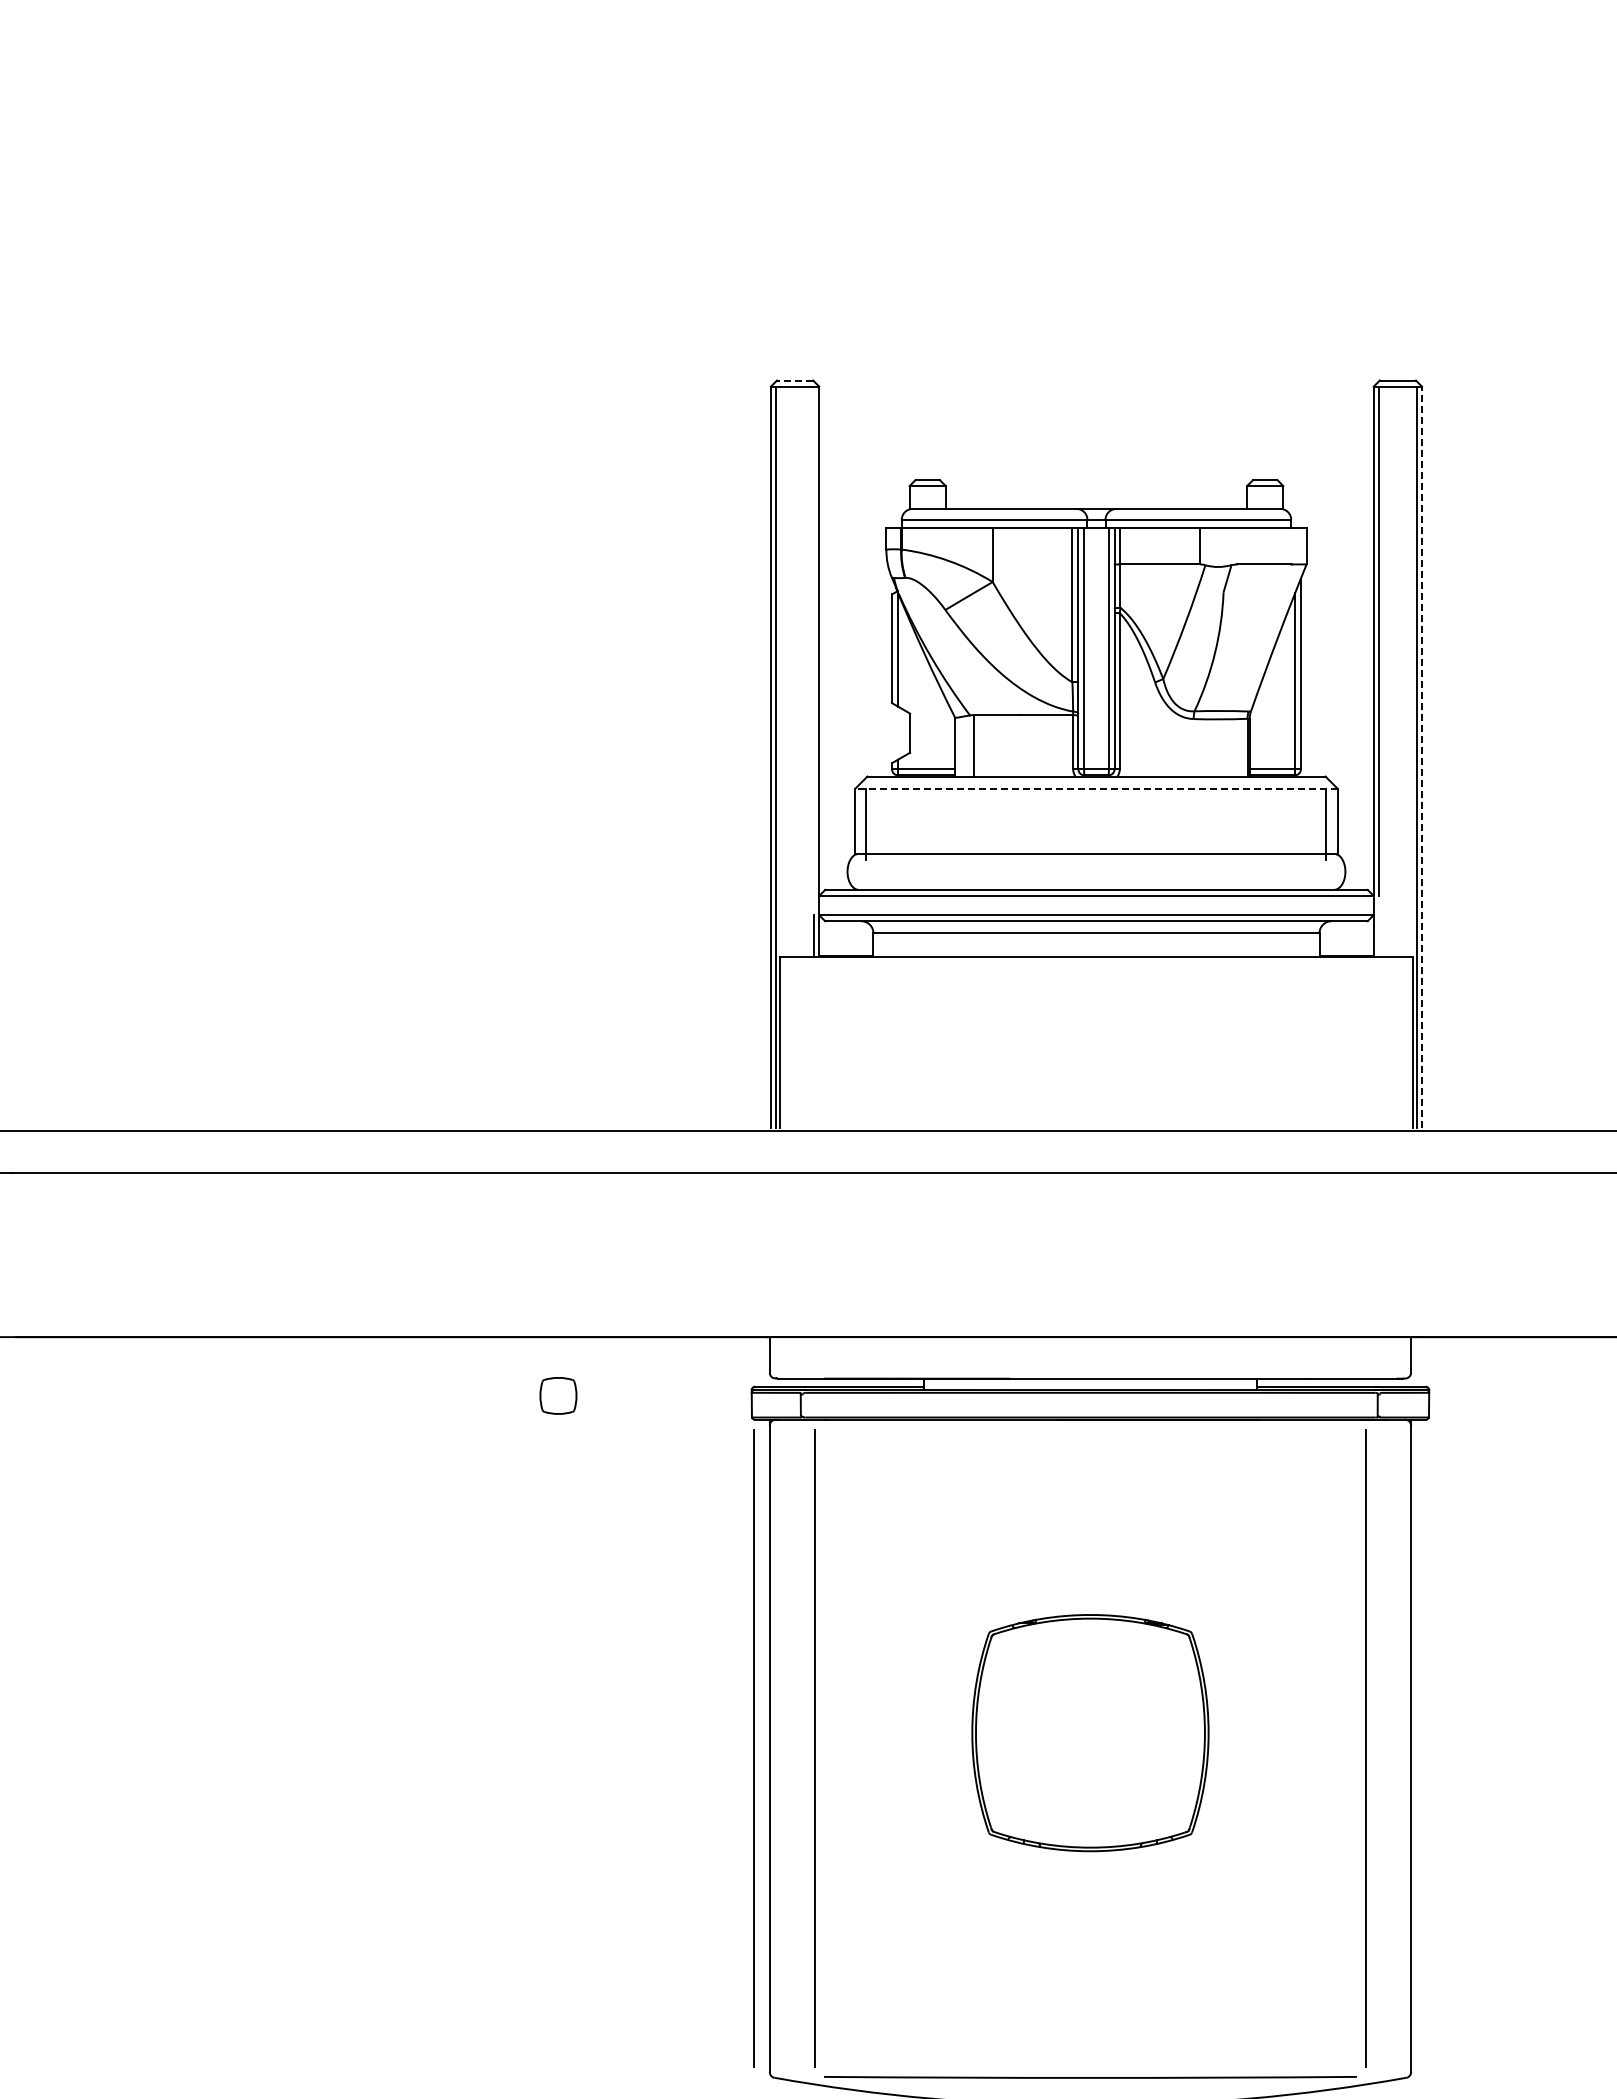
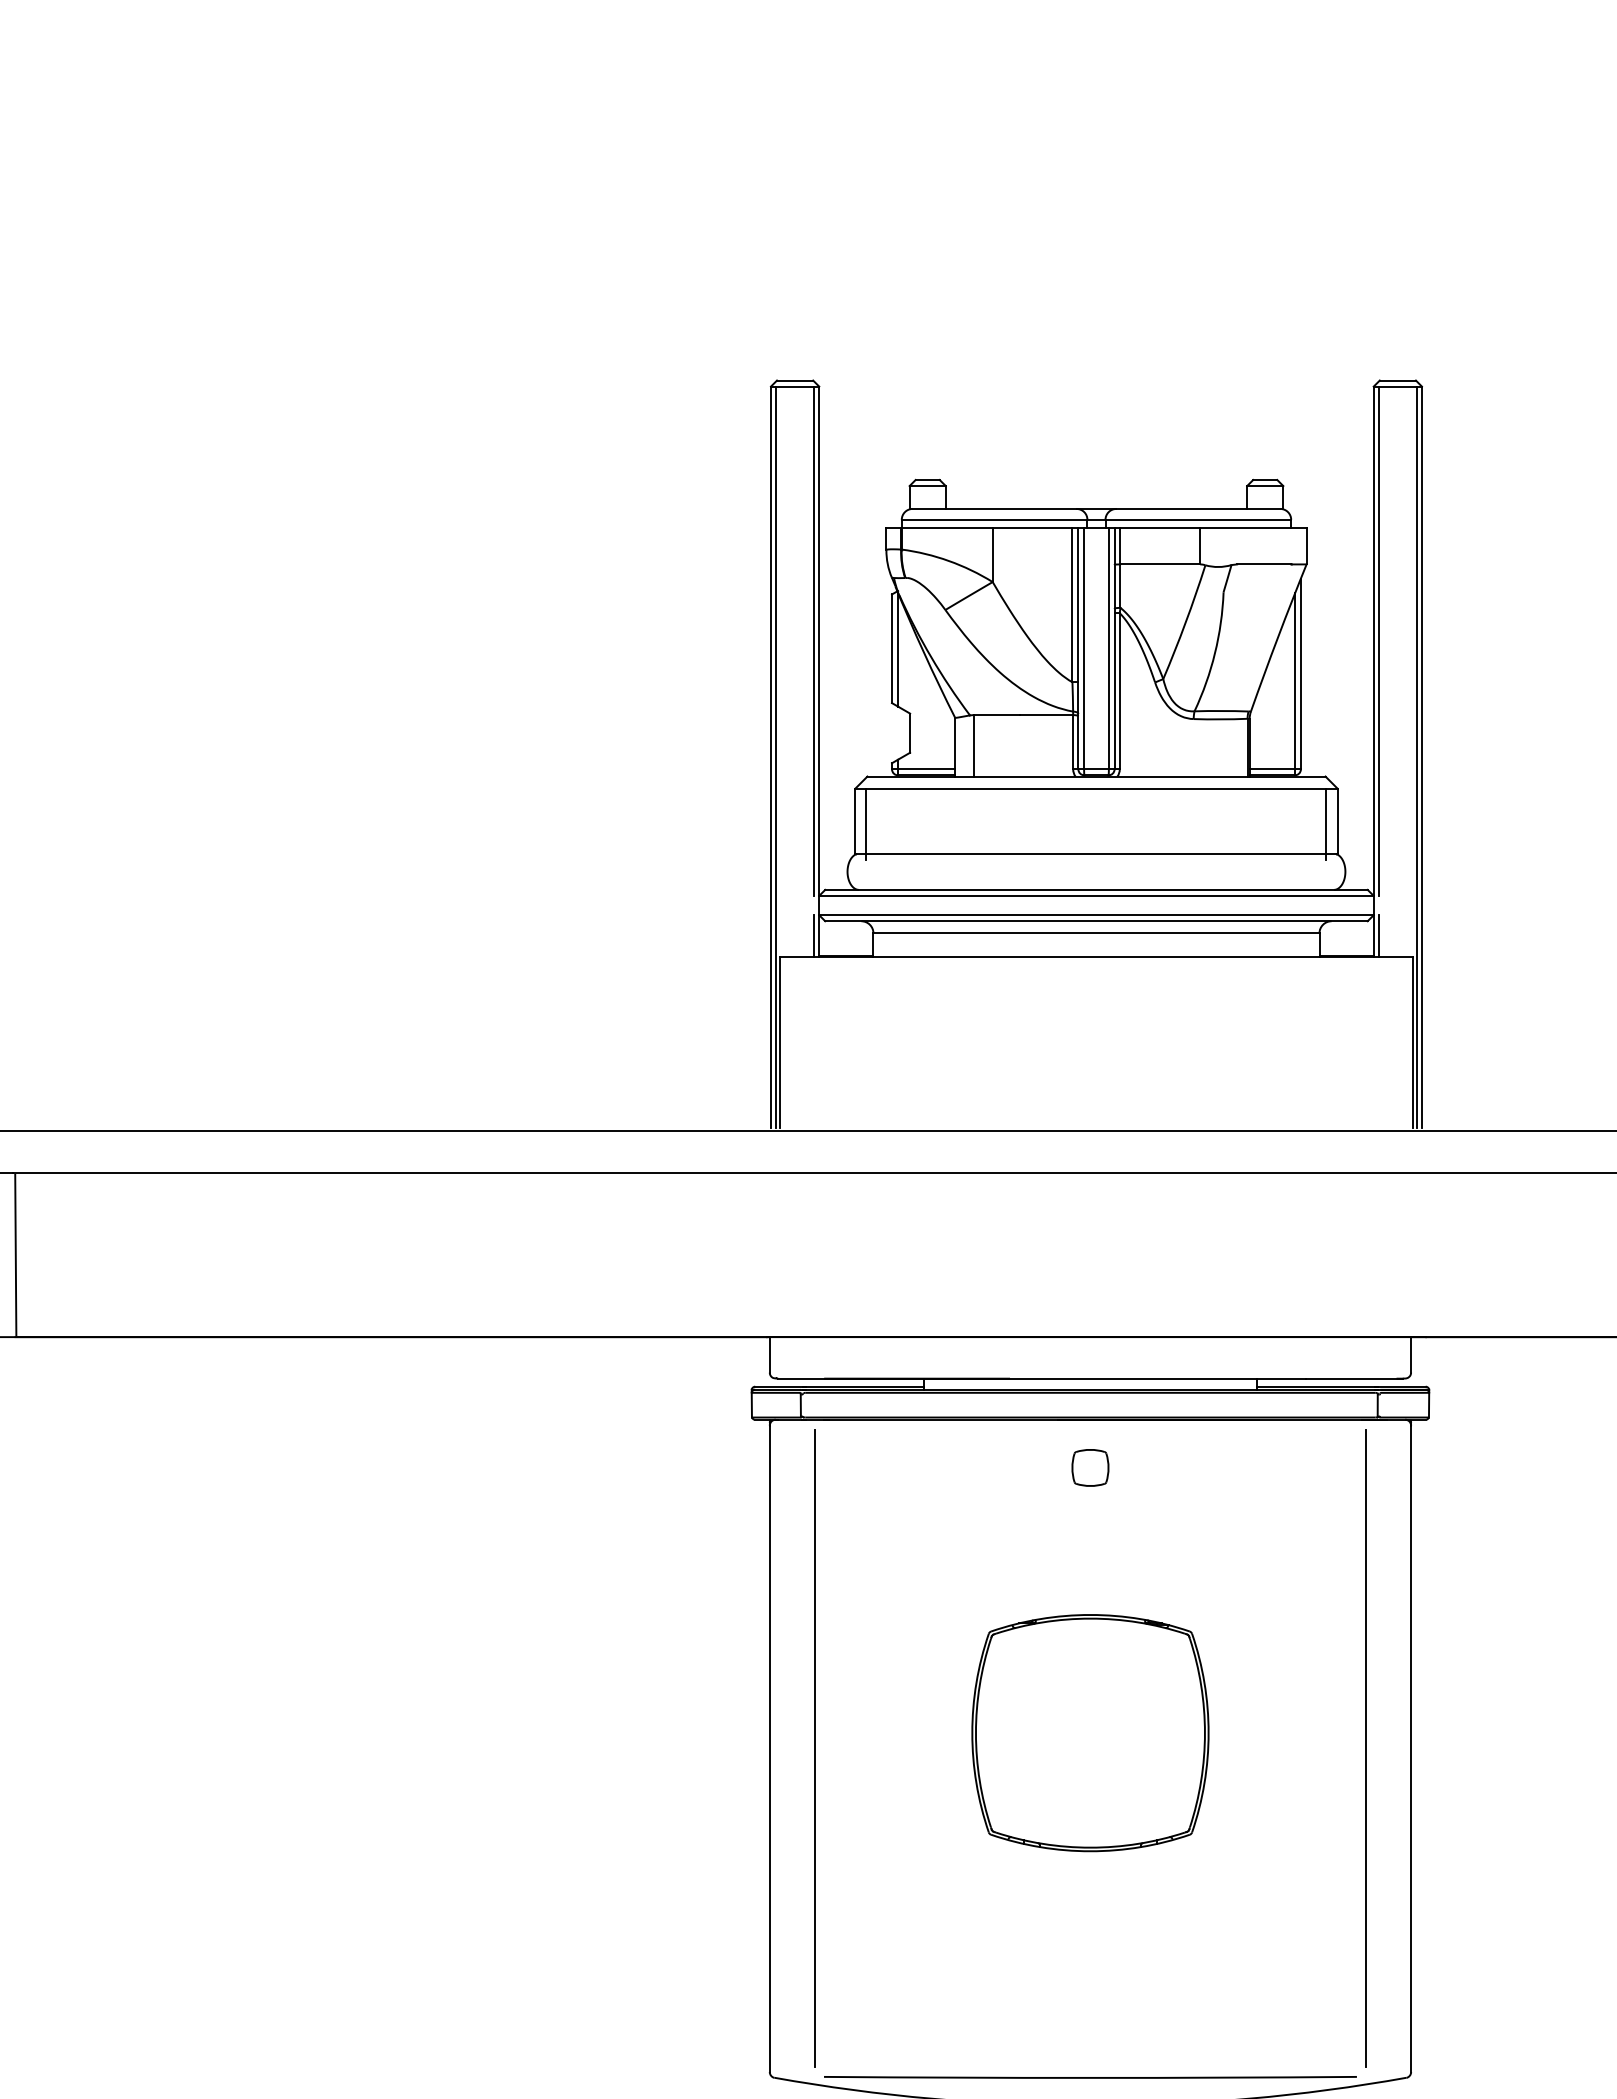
line at (794, 380): dashed -> solid
line at (814, 640): none -> present
line at (1421, 756): dashed -> solid
line at (1095, 788): dashed -> solid
line at (1378, 935): none -> present
line at (15, 1254): none -> present
part at (558, 1395) position: (558, 1395) -> (1090, 1467)
line at (753, 1748): present -> none
